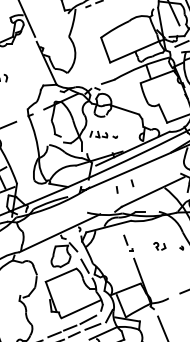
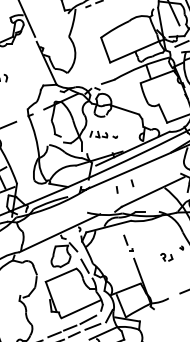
part at (159, 246) position: (159, 246) -> (166, 257)
line at (162, 327): present -> none
